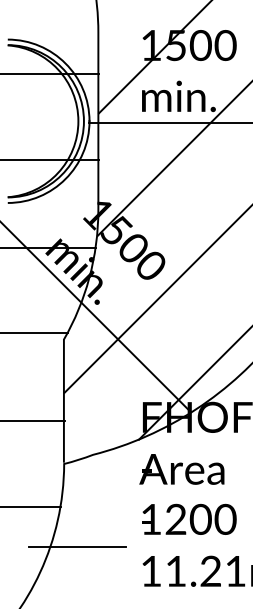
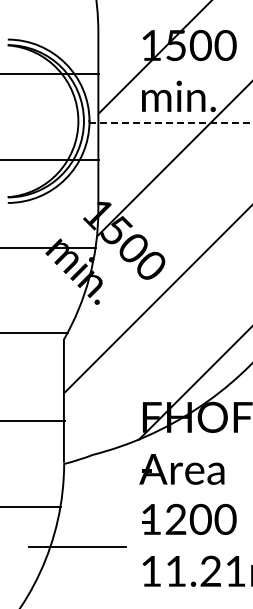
line at (171, 122): solid -> dashed
line at (96, 317): present -> none
